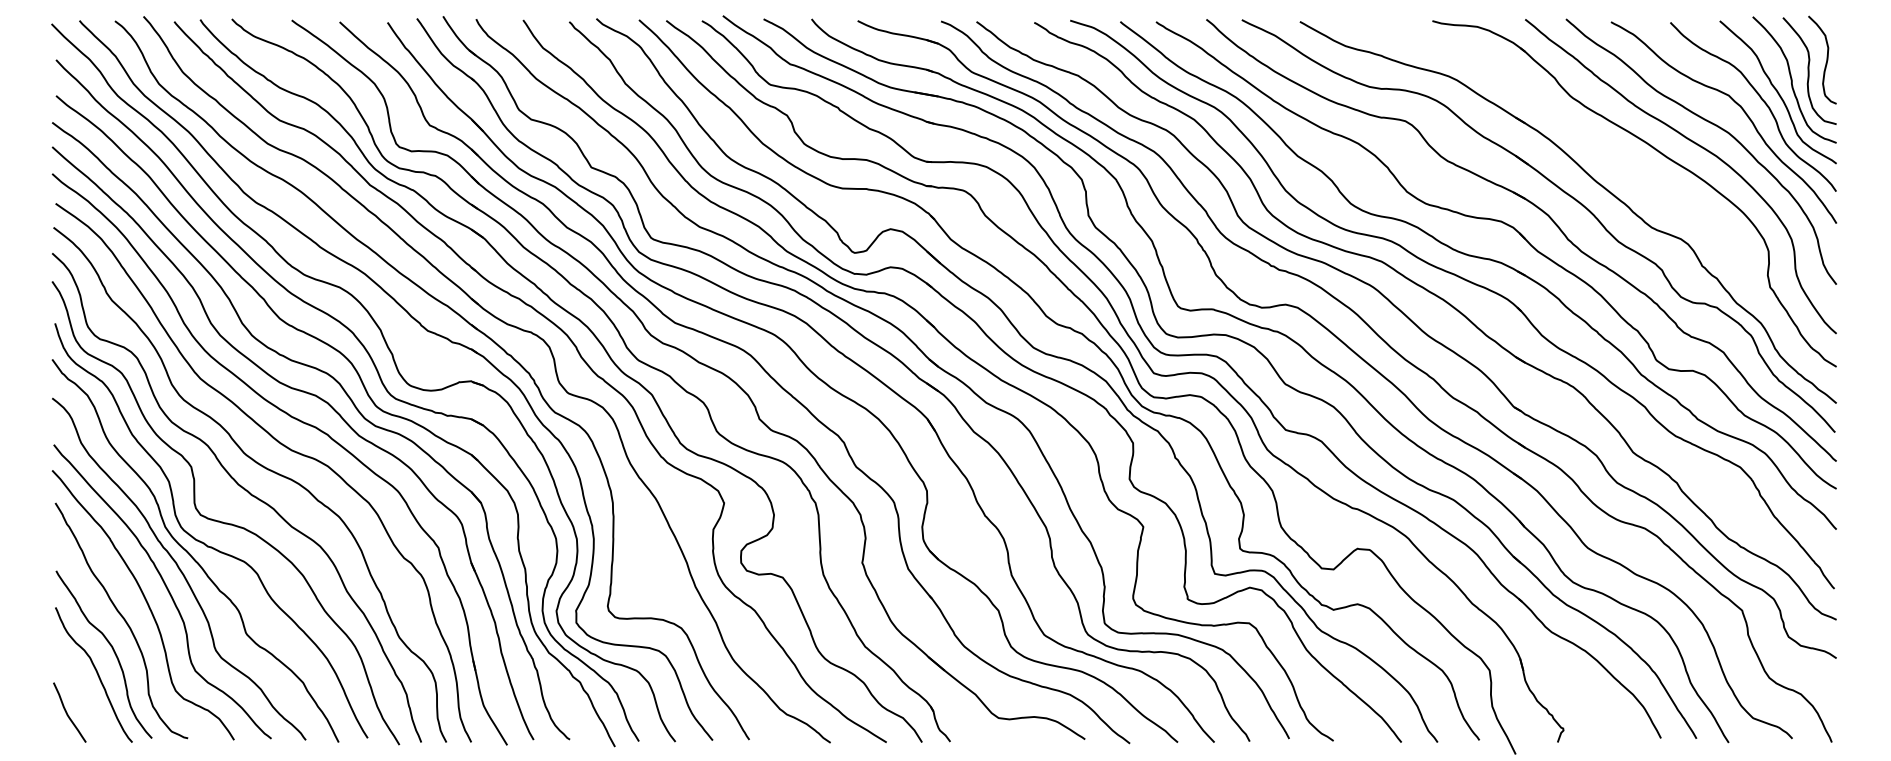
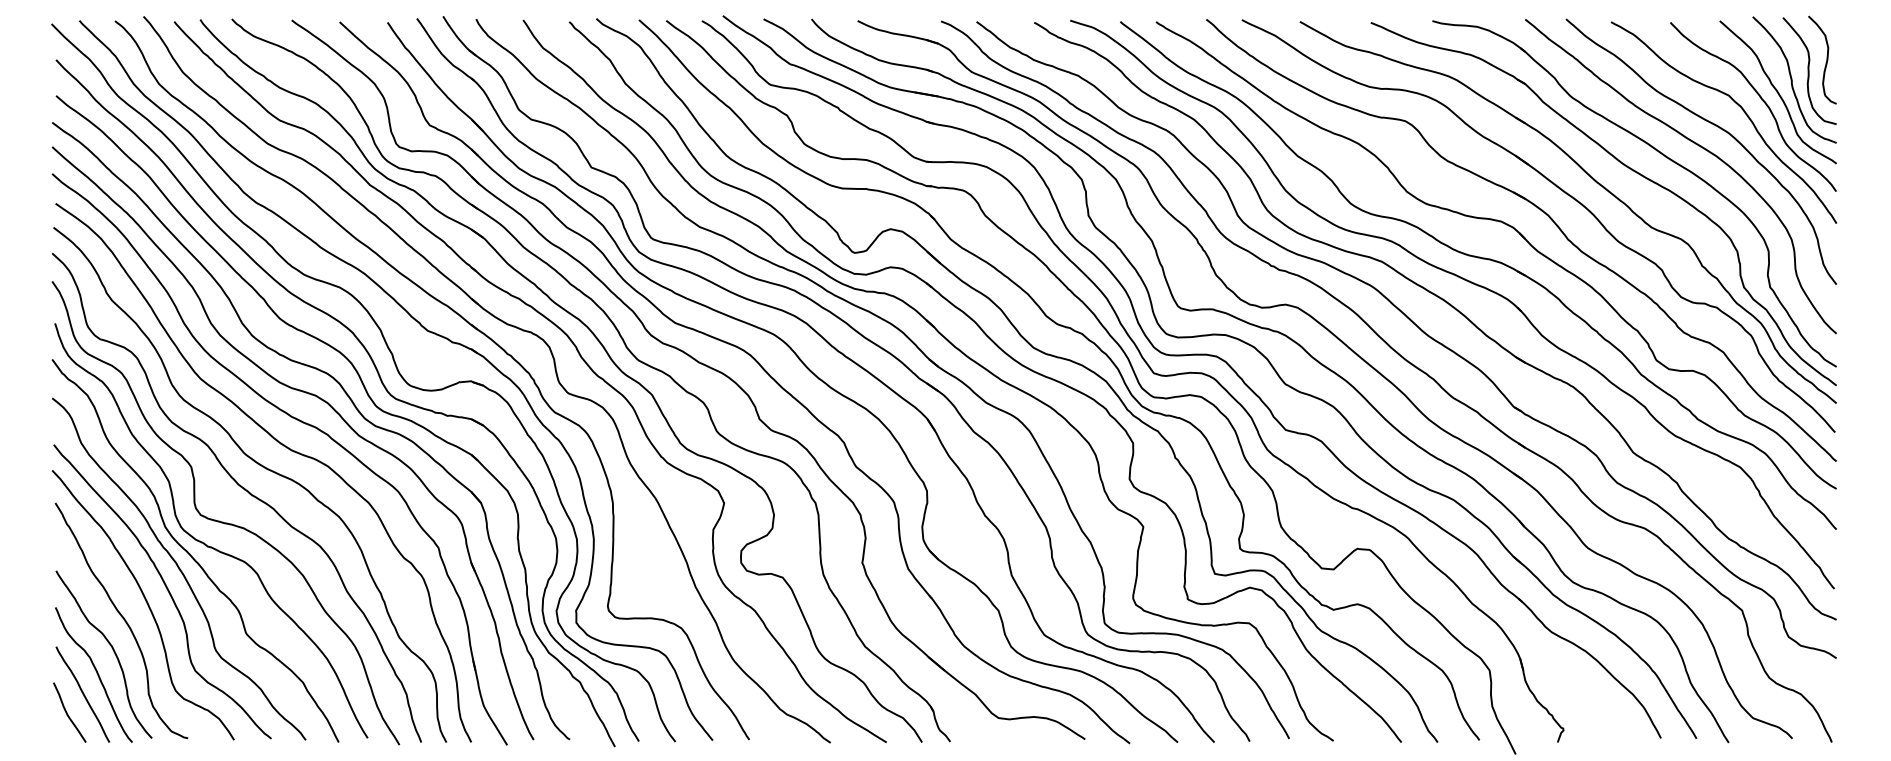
part at (1626, 167): none -> present
curve at (82, 694): none -> present
